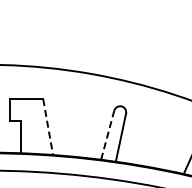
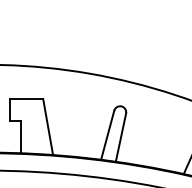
line at (48, 127): dashed -> solid
line at (107, 134): dashed -> solid
